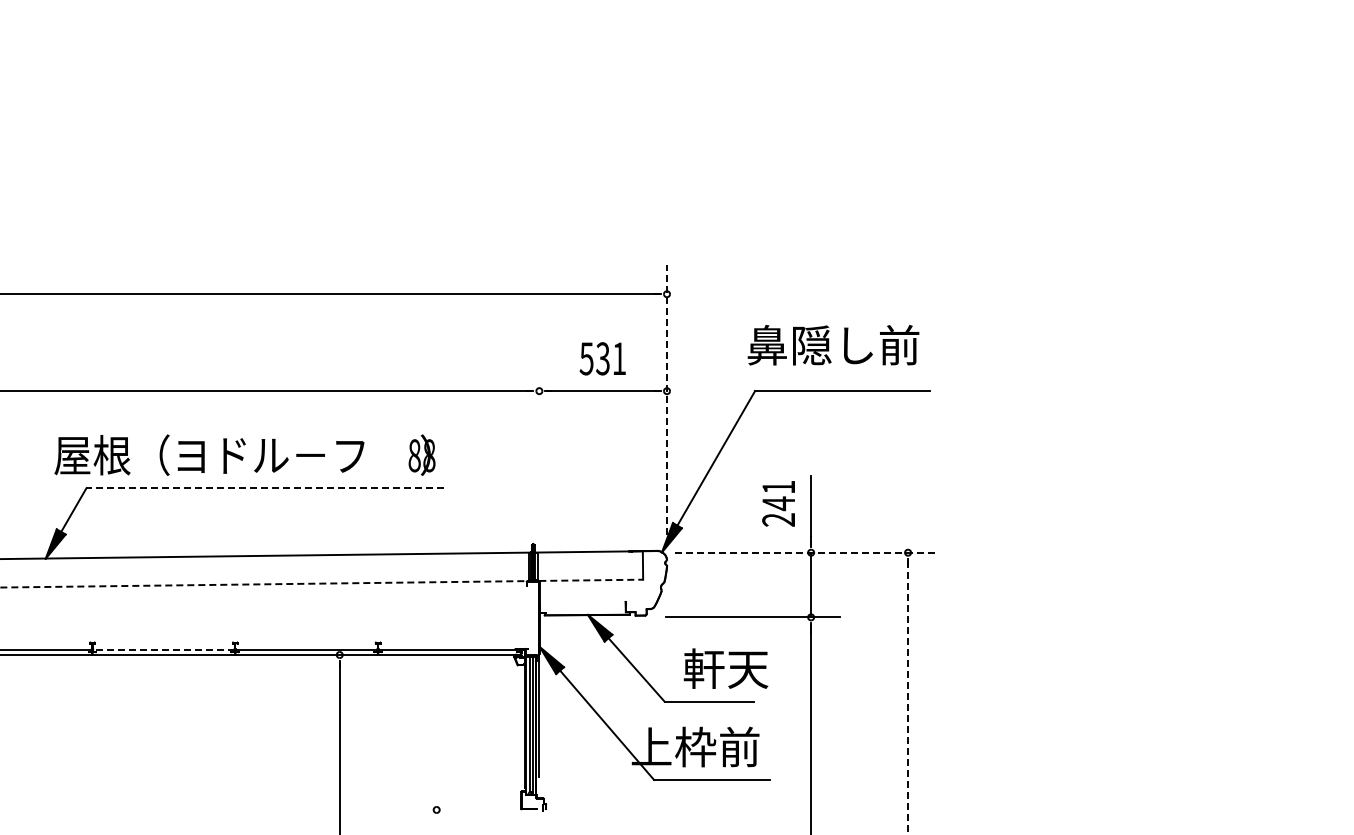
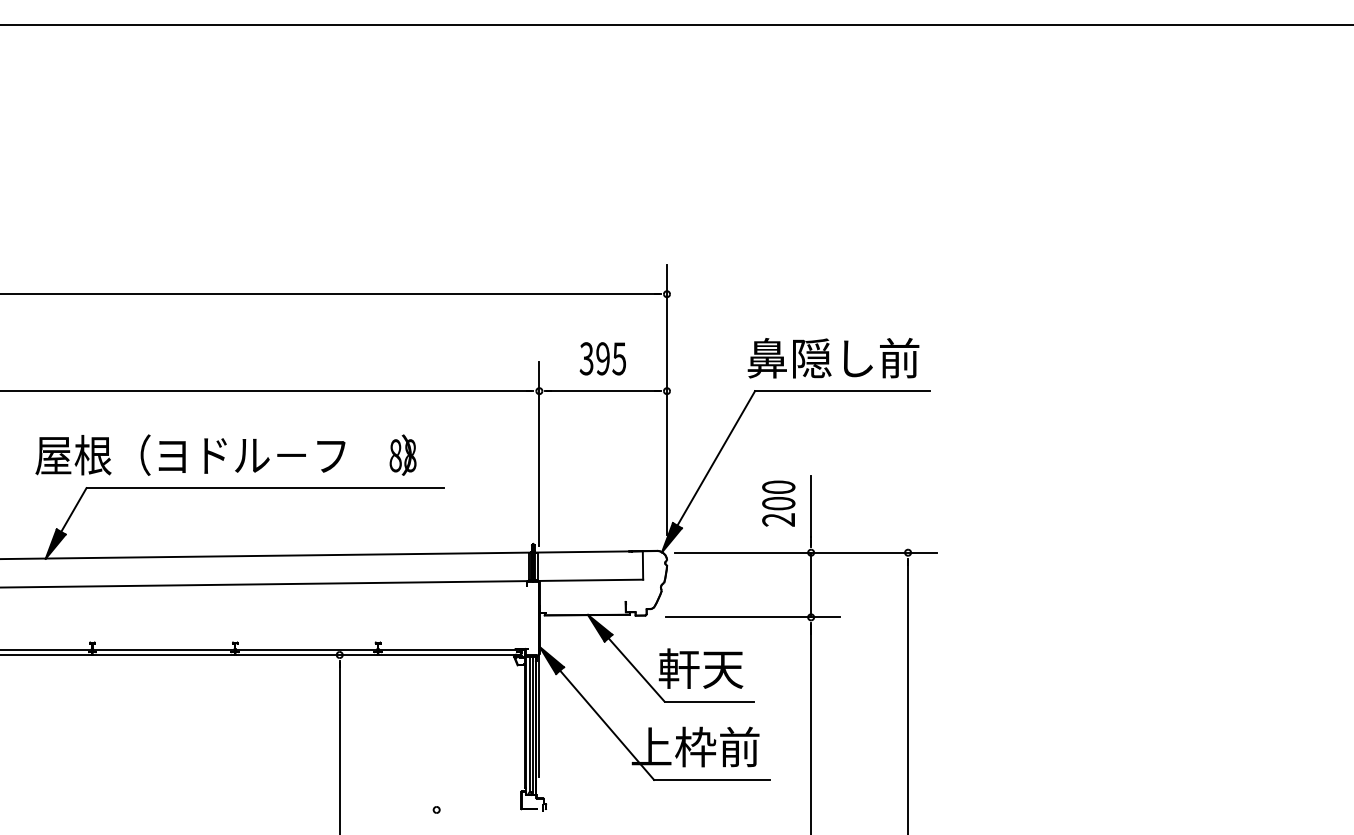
line at (676, 25): none -> present
text at (833, 345) position: (833, 345) -> (833, 358)
text at (602, 358): 531 -> 395
line at (667, 399): dashed -> solid
line at (539, 453): none -> present
text at (244, 454) position: (244, 454) -> (225, 454)
line at (265, 488): dashed -> solid
text at (778, 495): 241 -> 200
line at (806, 552): dashed -> solid
line at (322, 583): dashed -> solid
line at (163, 649): dashed -> solid
text at (725, 668) position: (725, 668) -> (700, 668)
line at (908, 697): dashed -> solid
